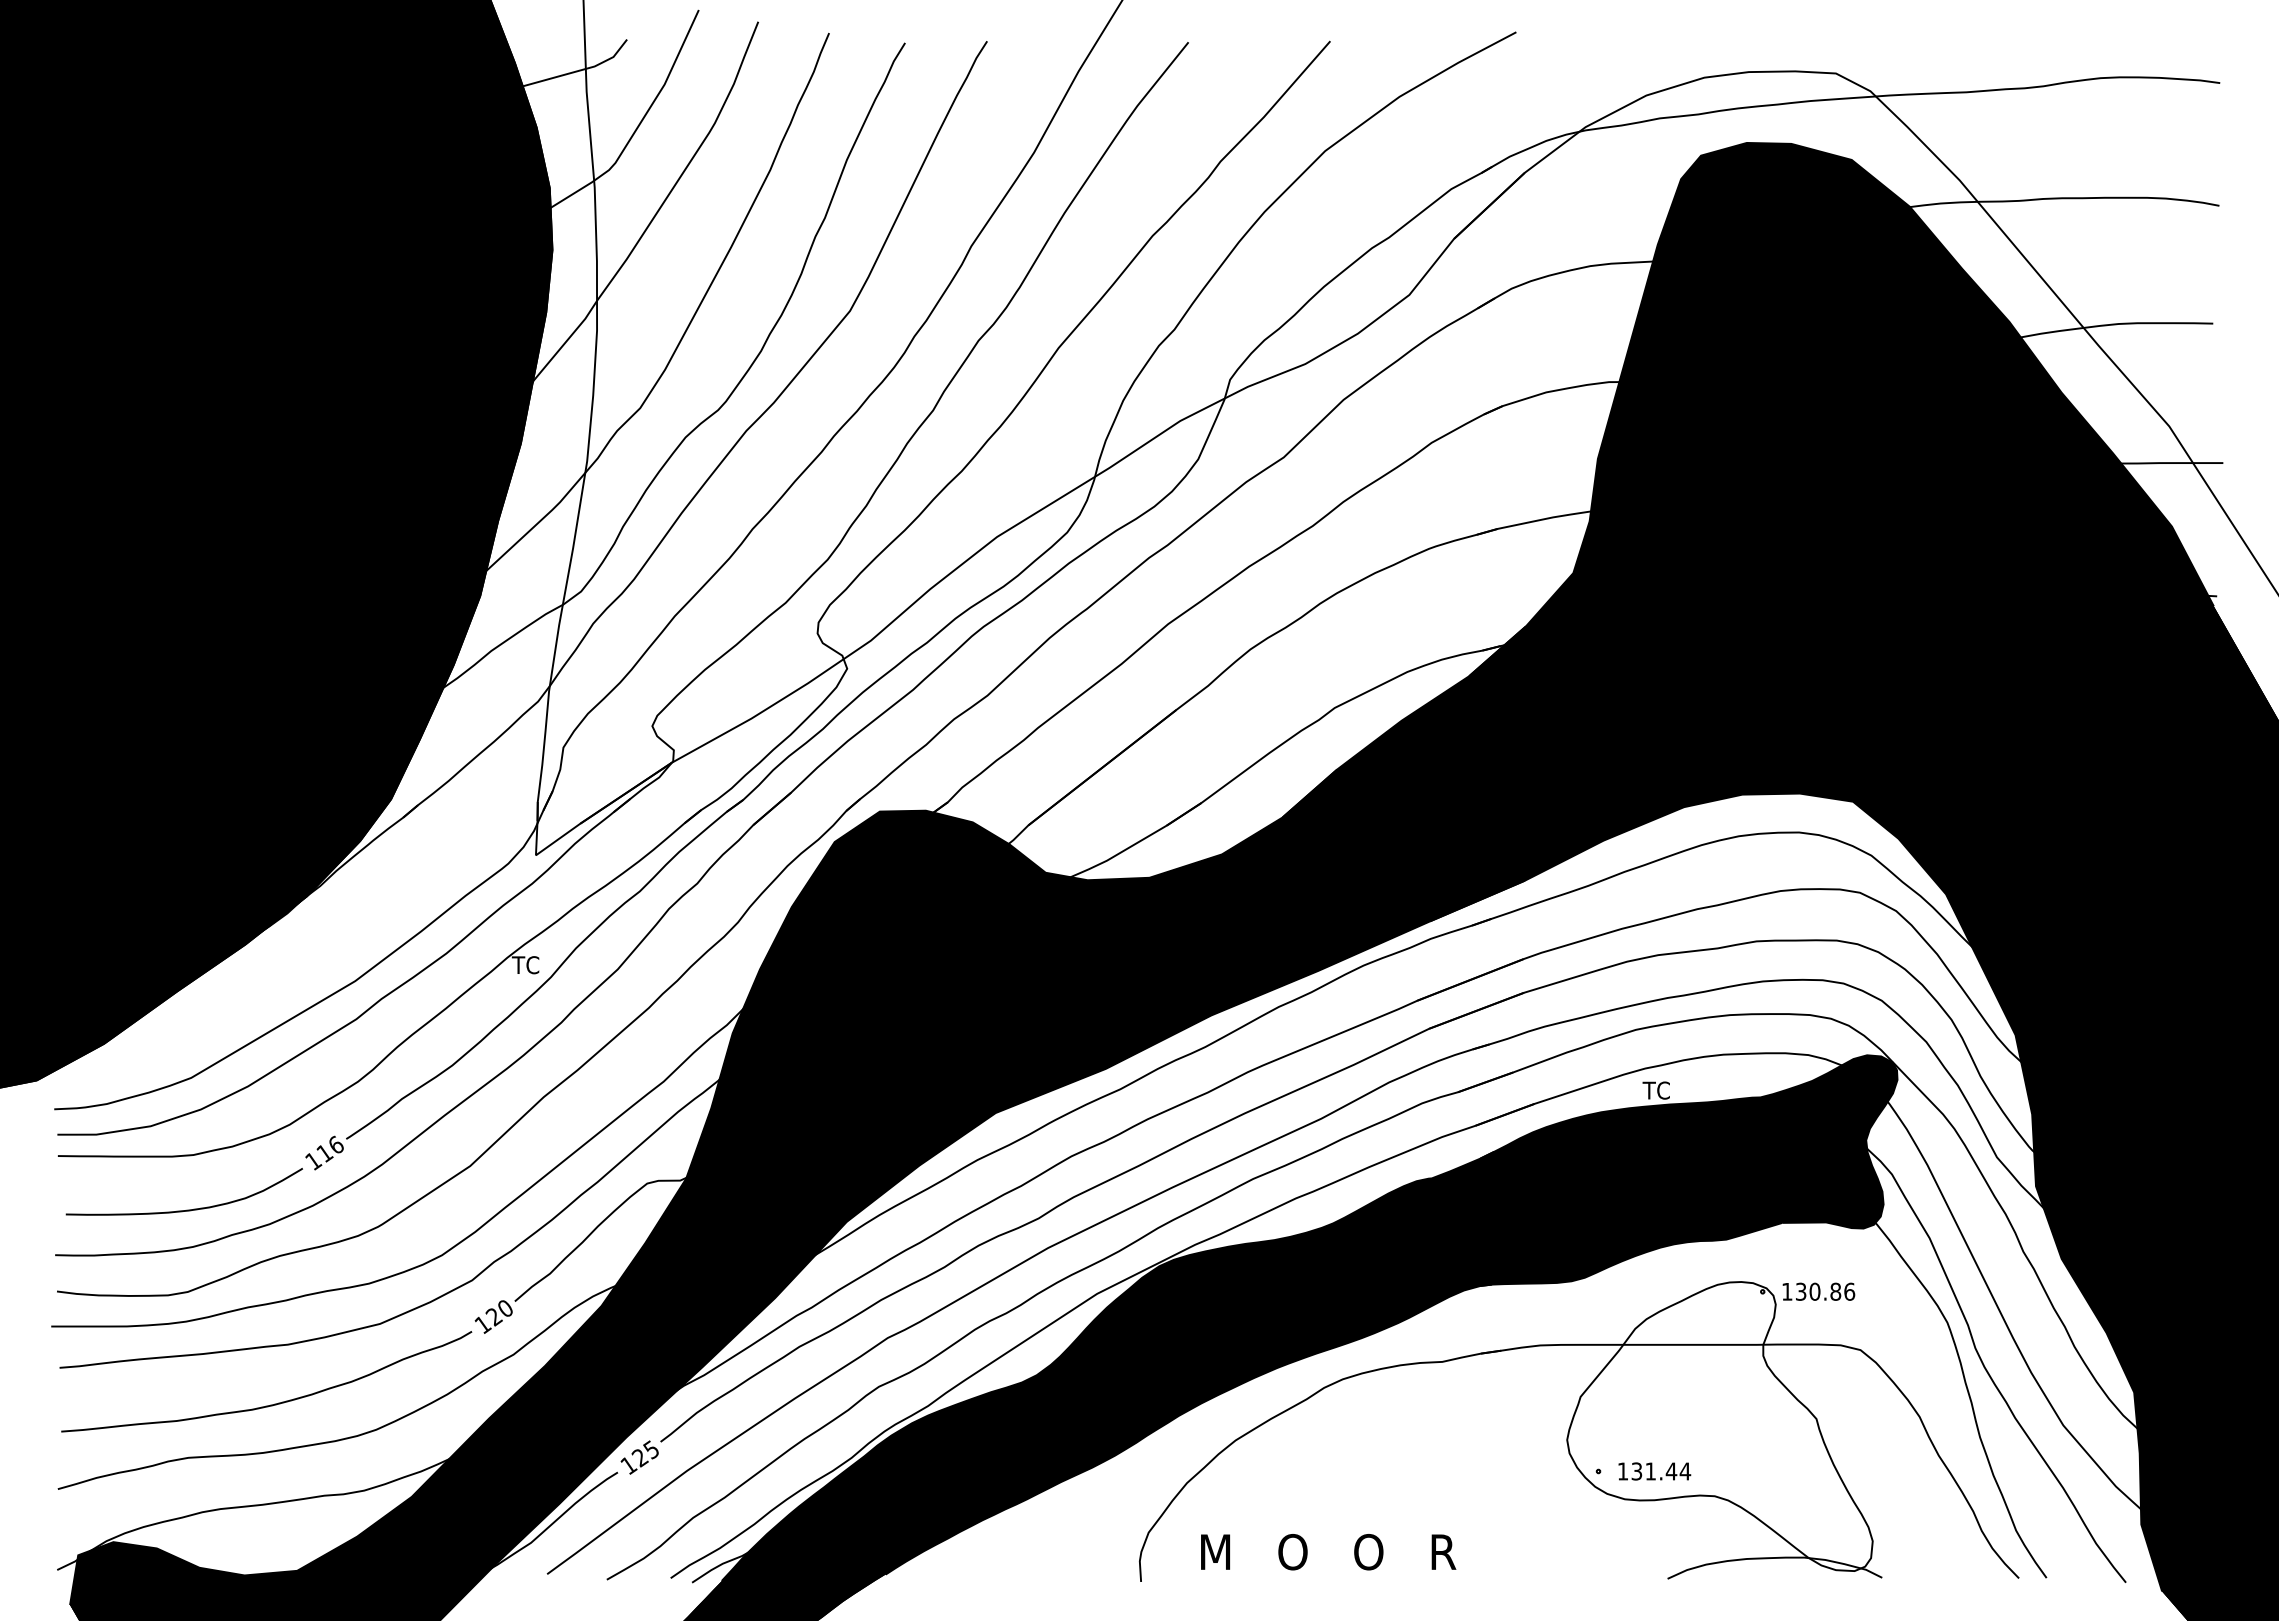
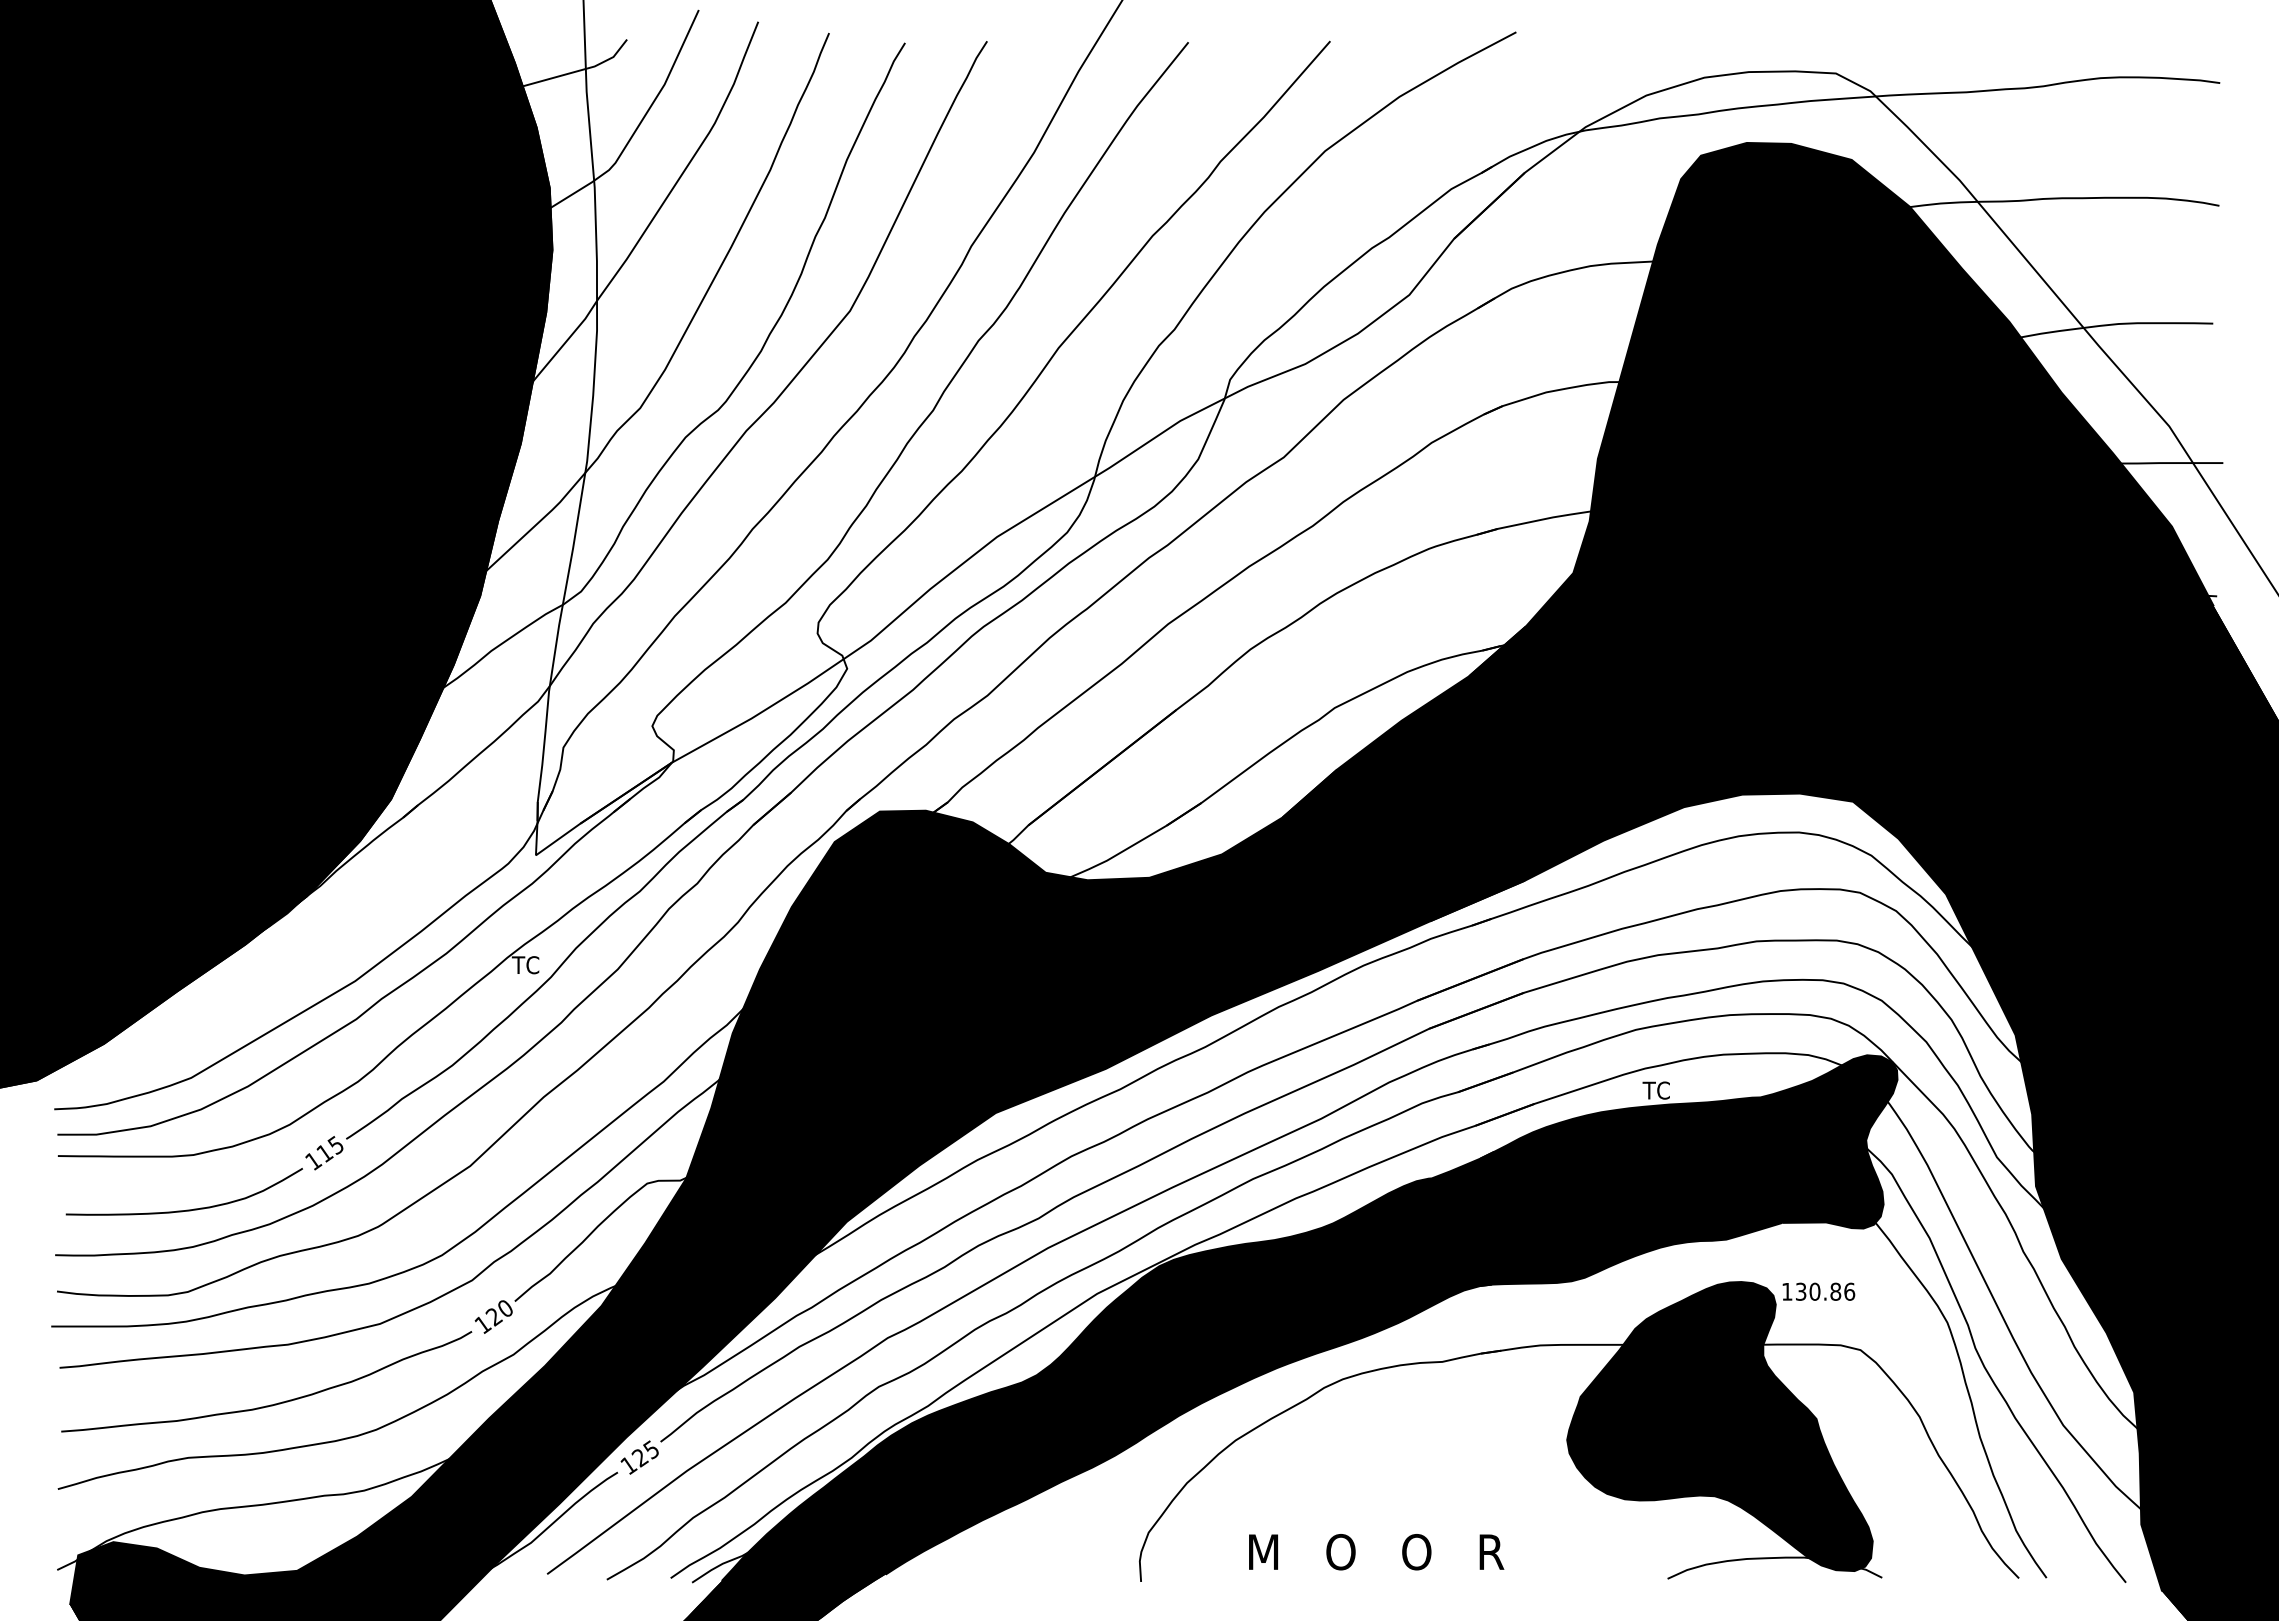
text at (335, 1145): 116 -> 115
fill at (1719, 1426): none -> present
text at (1328, 1552) position: (1328, 1552) -> (1376, 1552)
